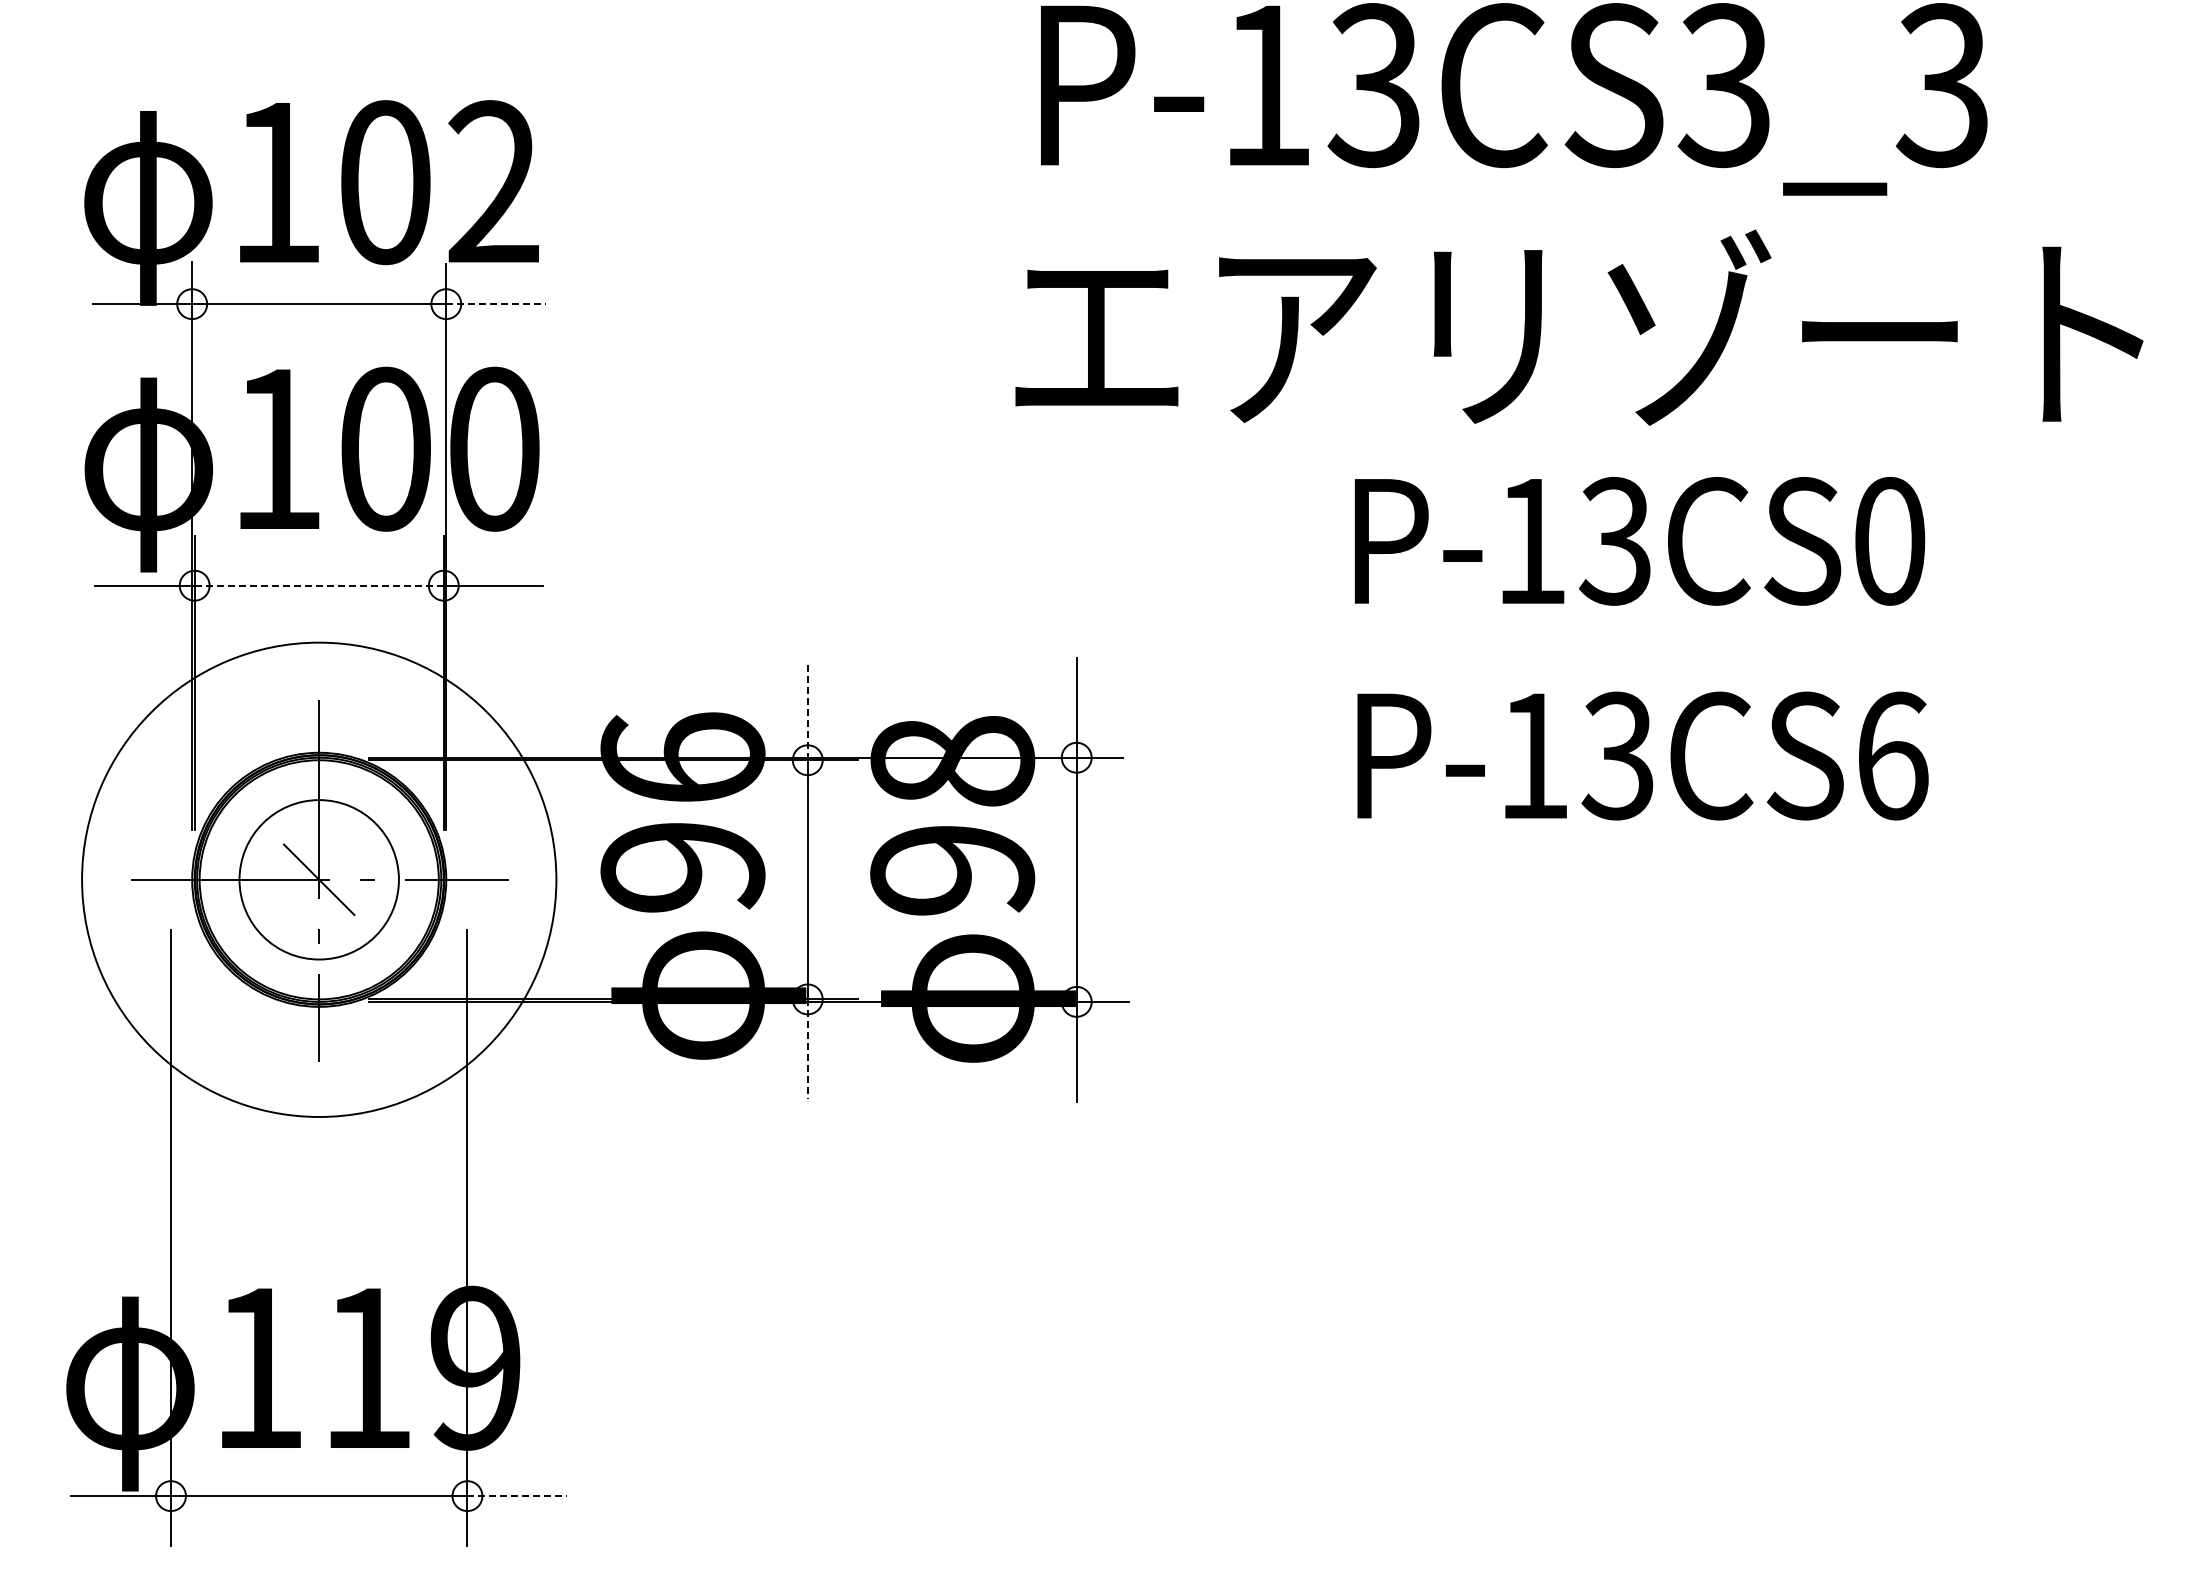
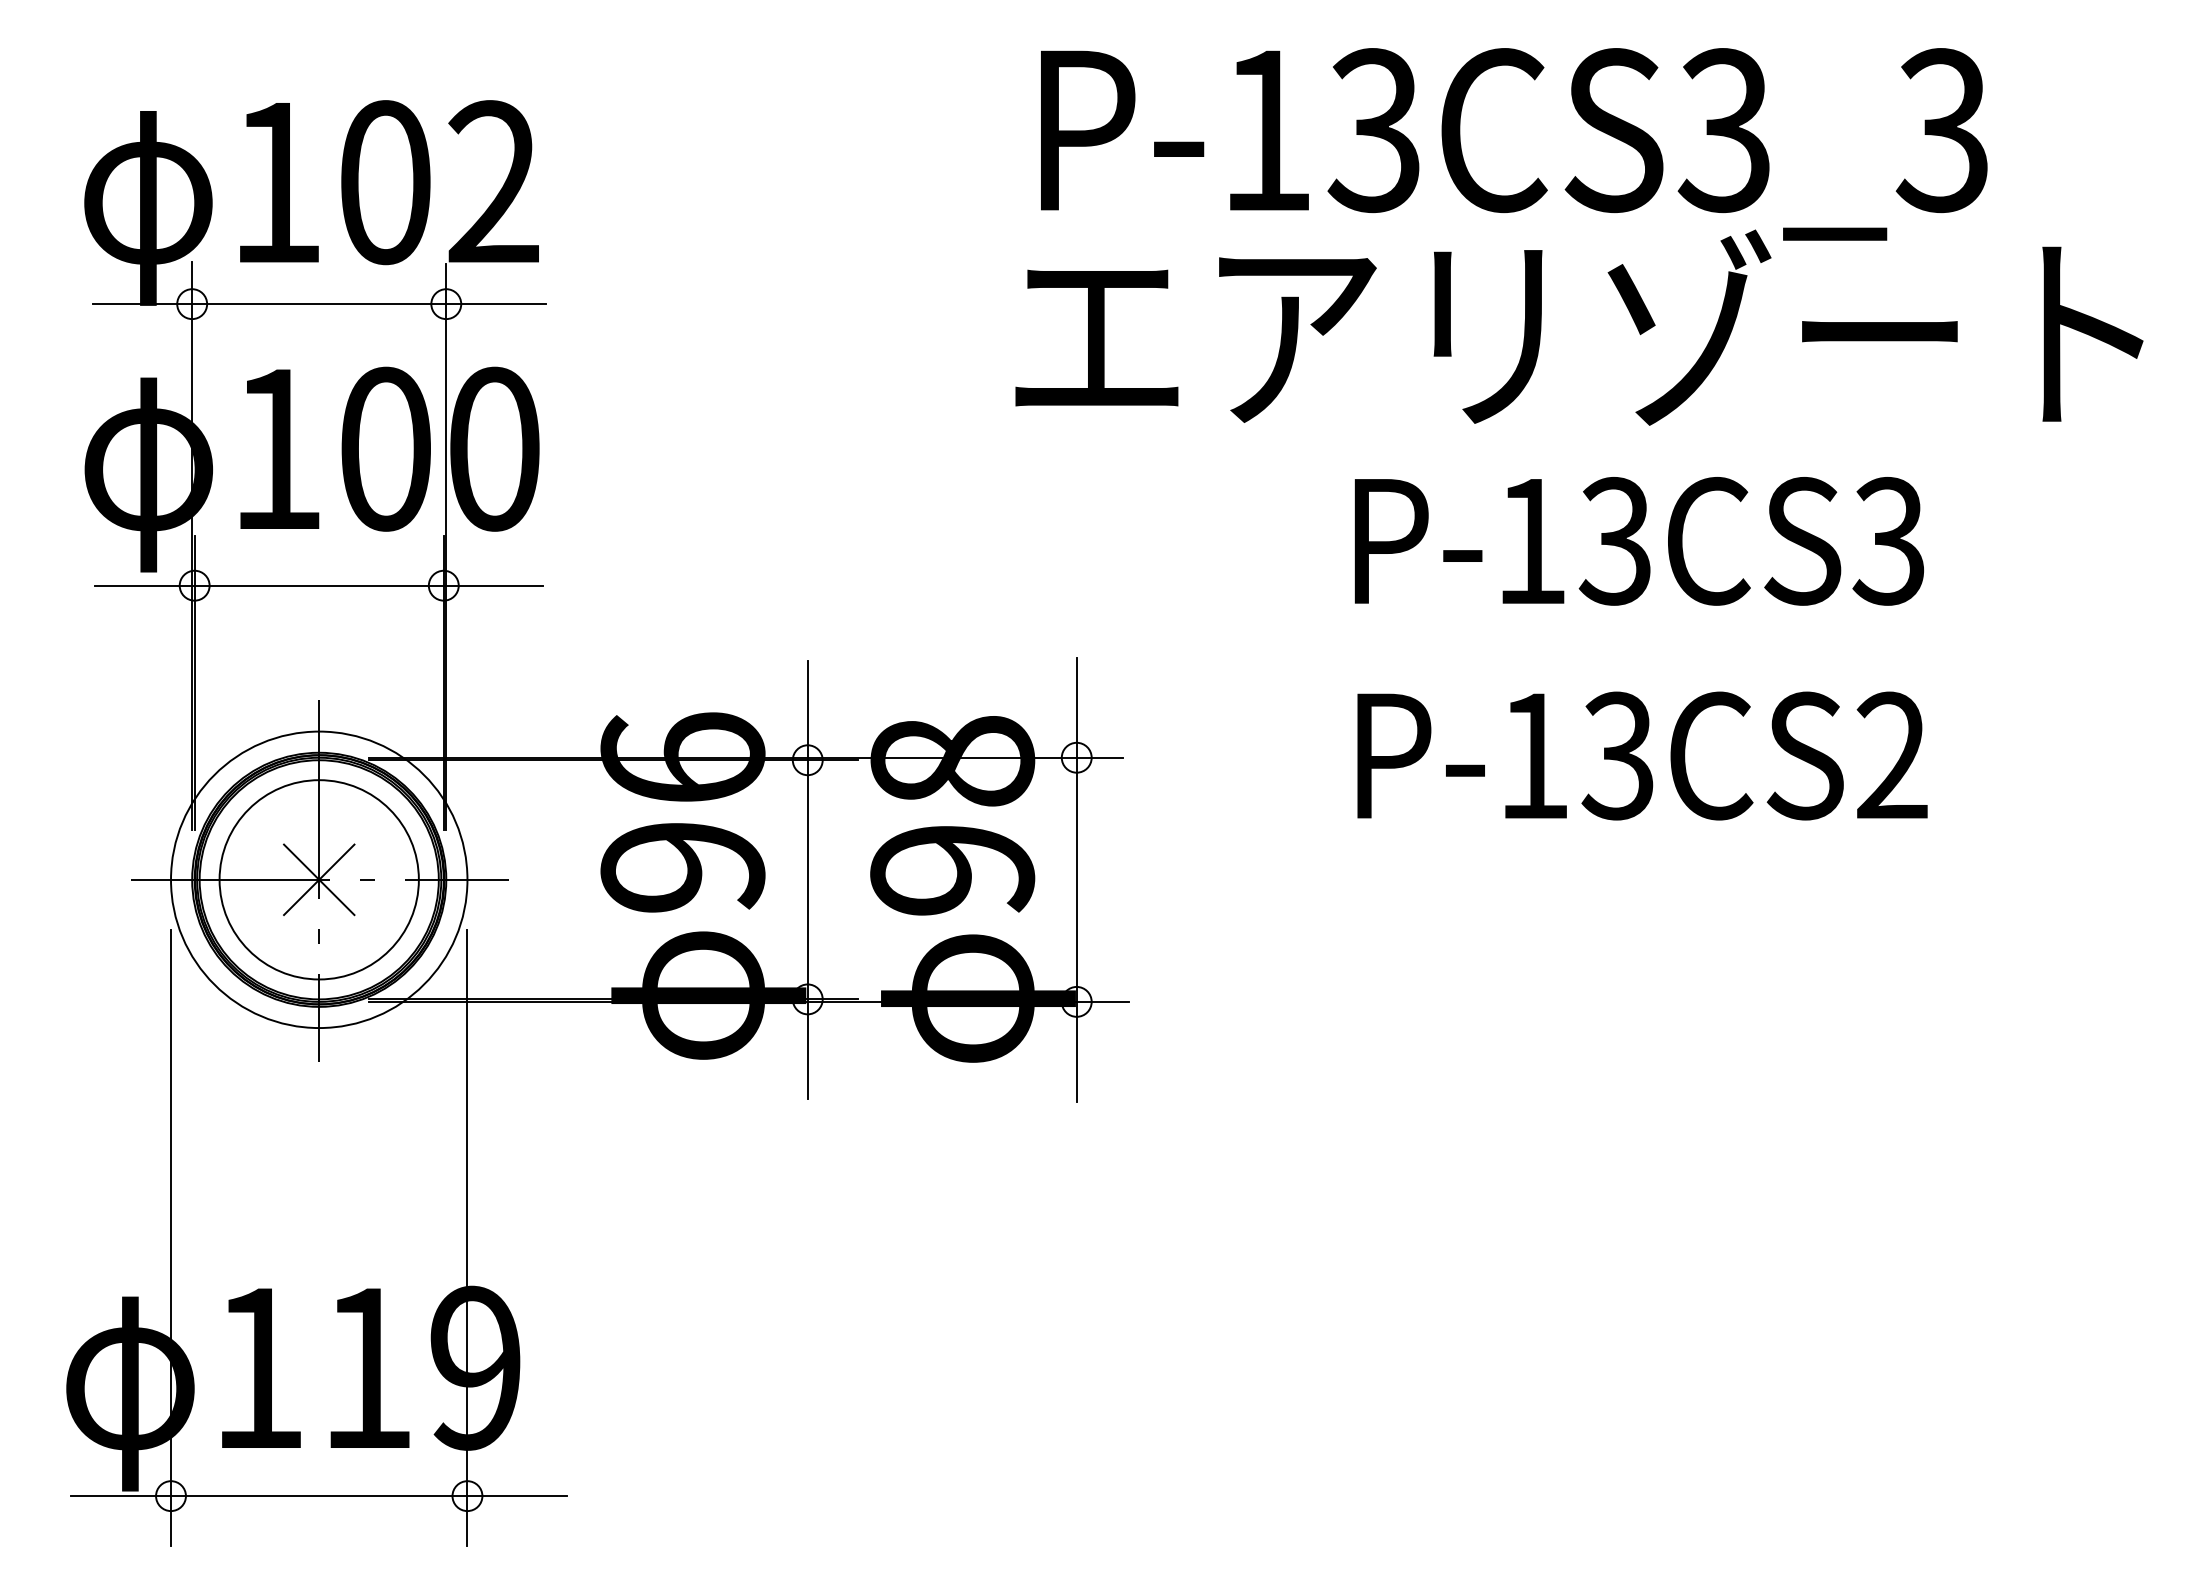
text at (1514, 99) position: (1514, 99) -> (1514, 144)
line at (496, 304): dashed -> solid
text at (1888, 540): P-13CS0 -> P-13CS3
line at (319, 585): dashed -> solid
line at (807, 710): dashed -> solid
text at (1892, 755): P-13CS6 -> P-13CS2
circle at (318, 879) diameter: 159 px -> 199 px
circle at (319, 879) diameter: 474 px -> 296 px
line at (319, 879): none -> present
line at (807, 1049): dashed -> solid
line at (517, 1496): dashed -> solid
